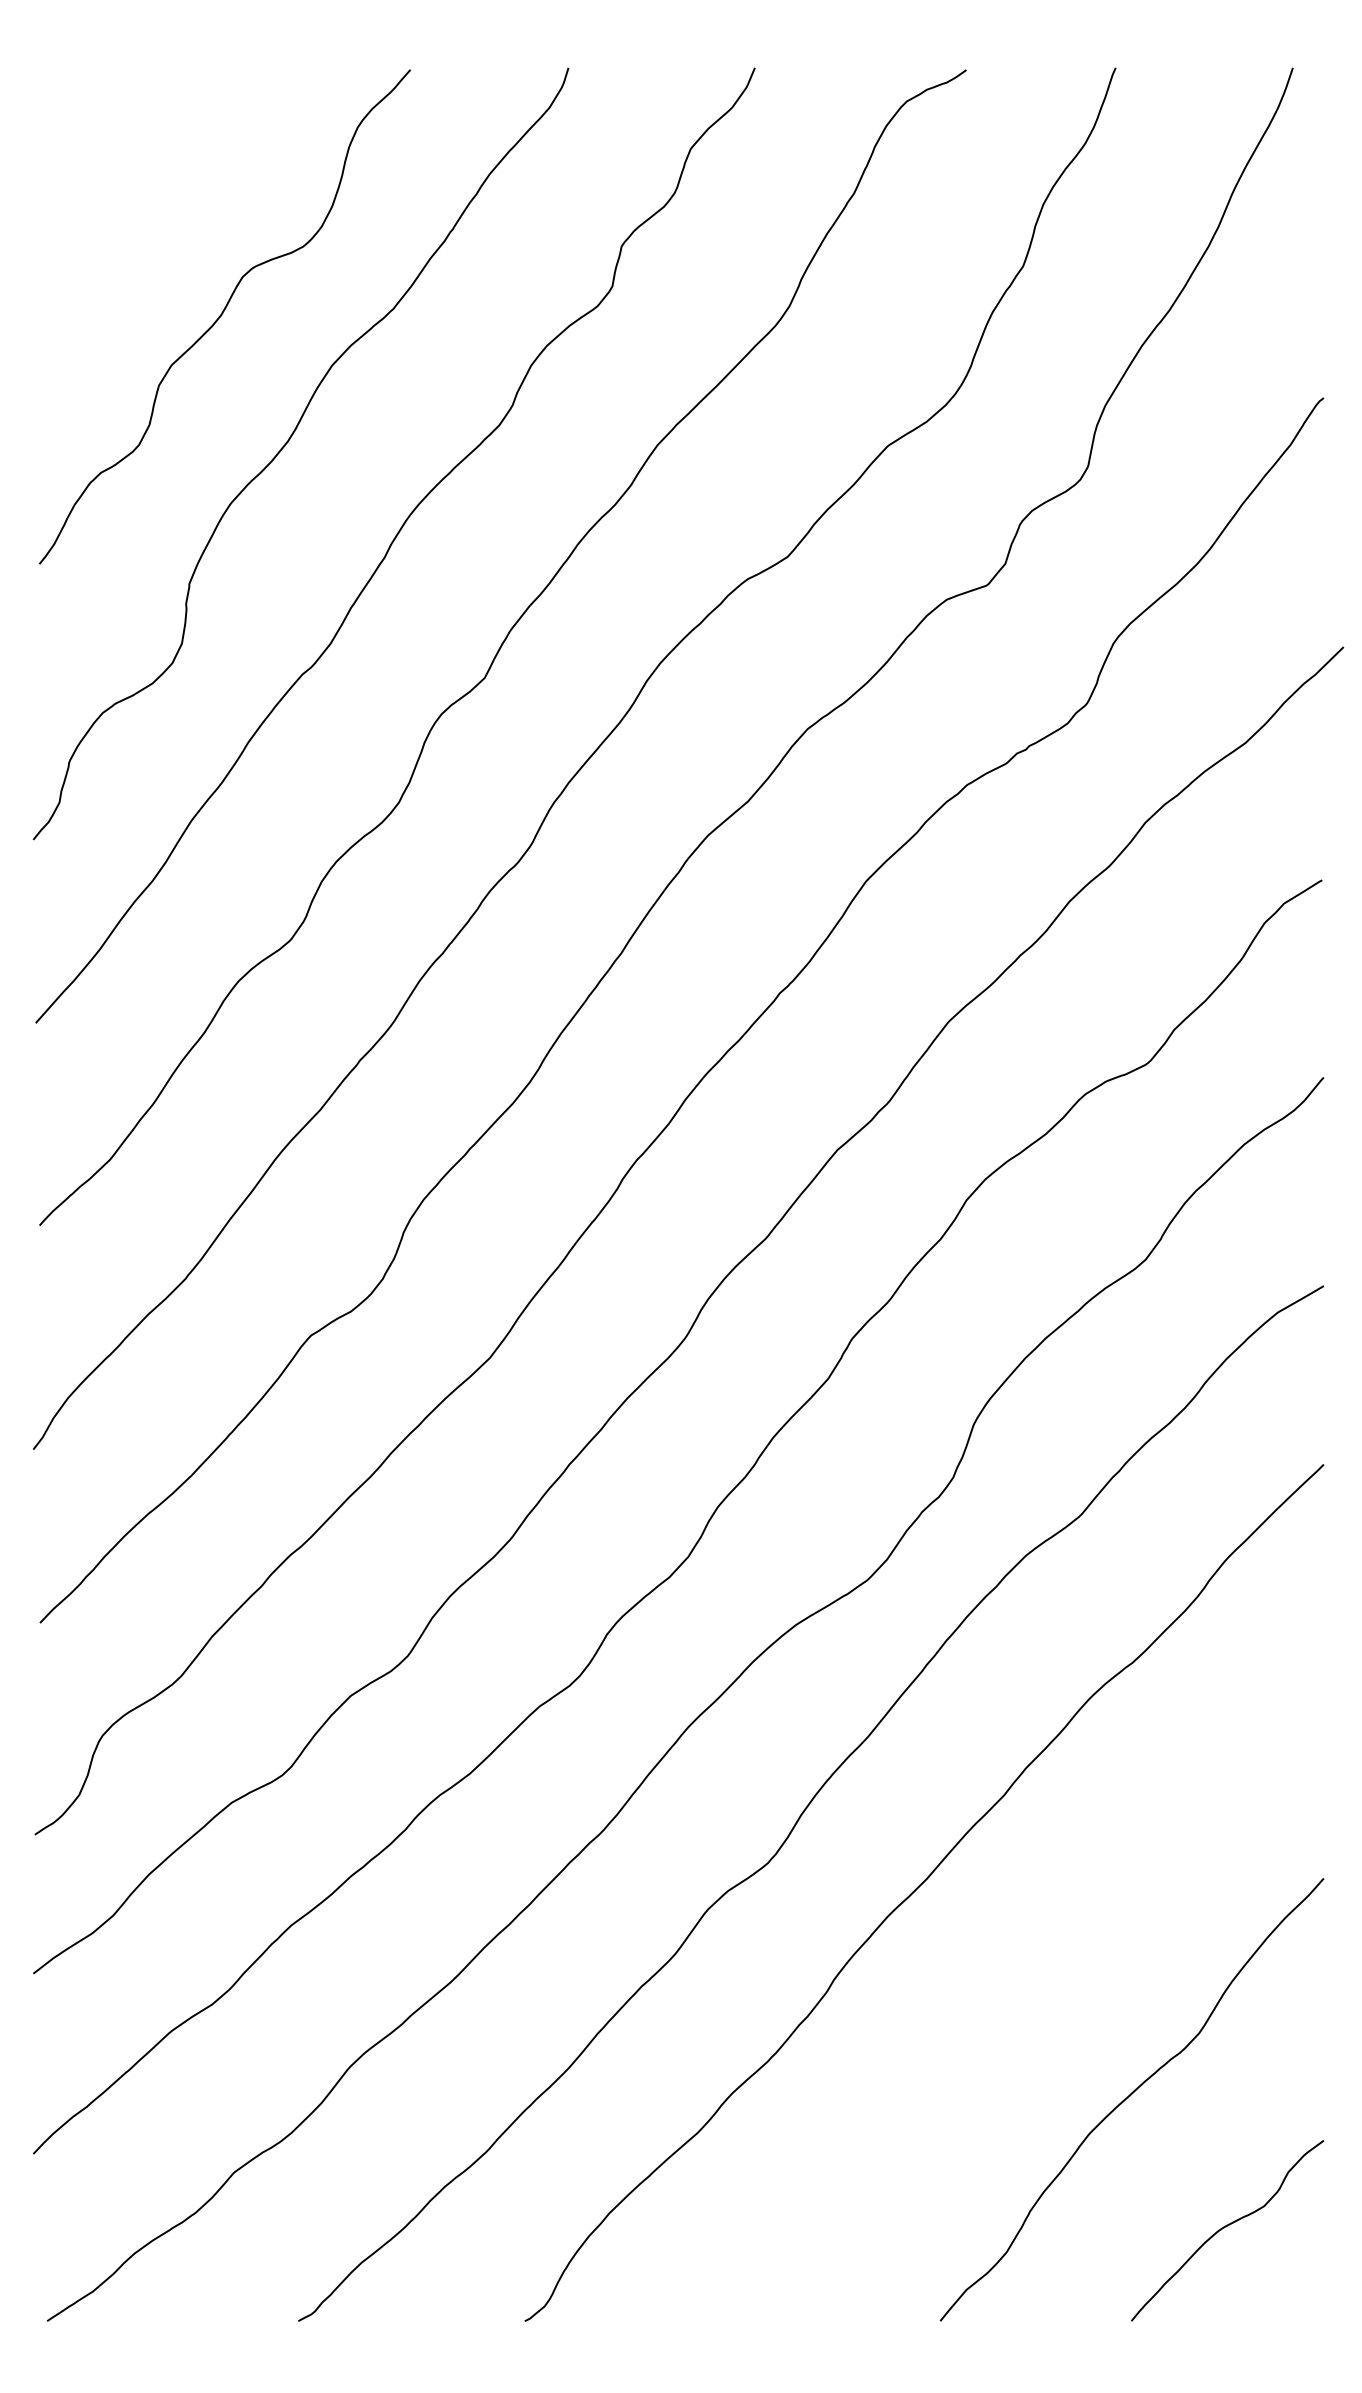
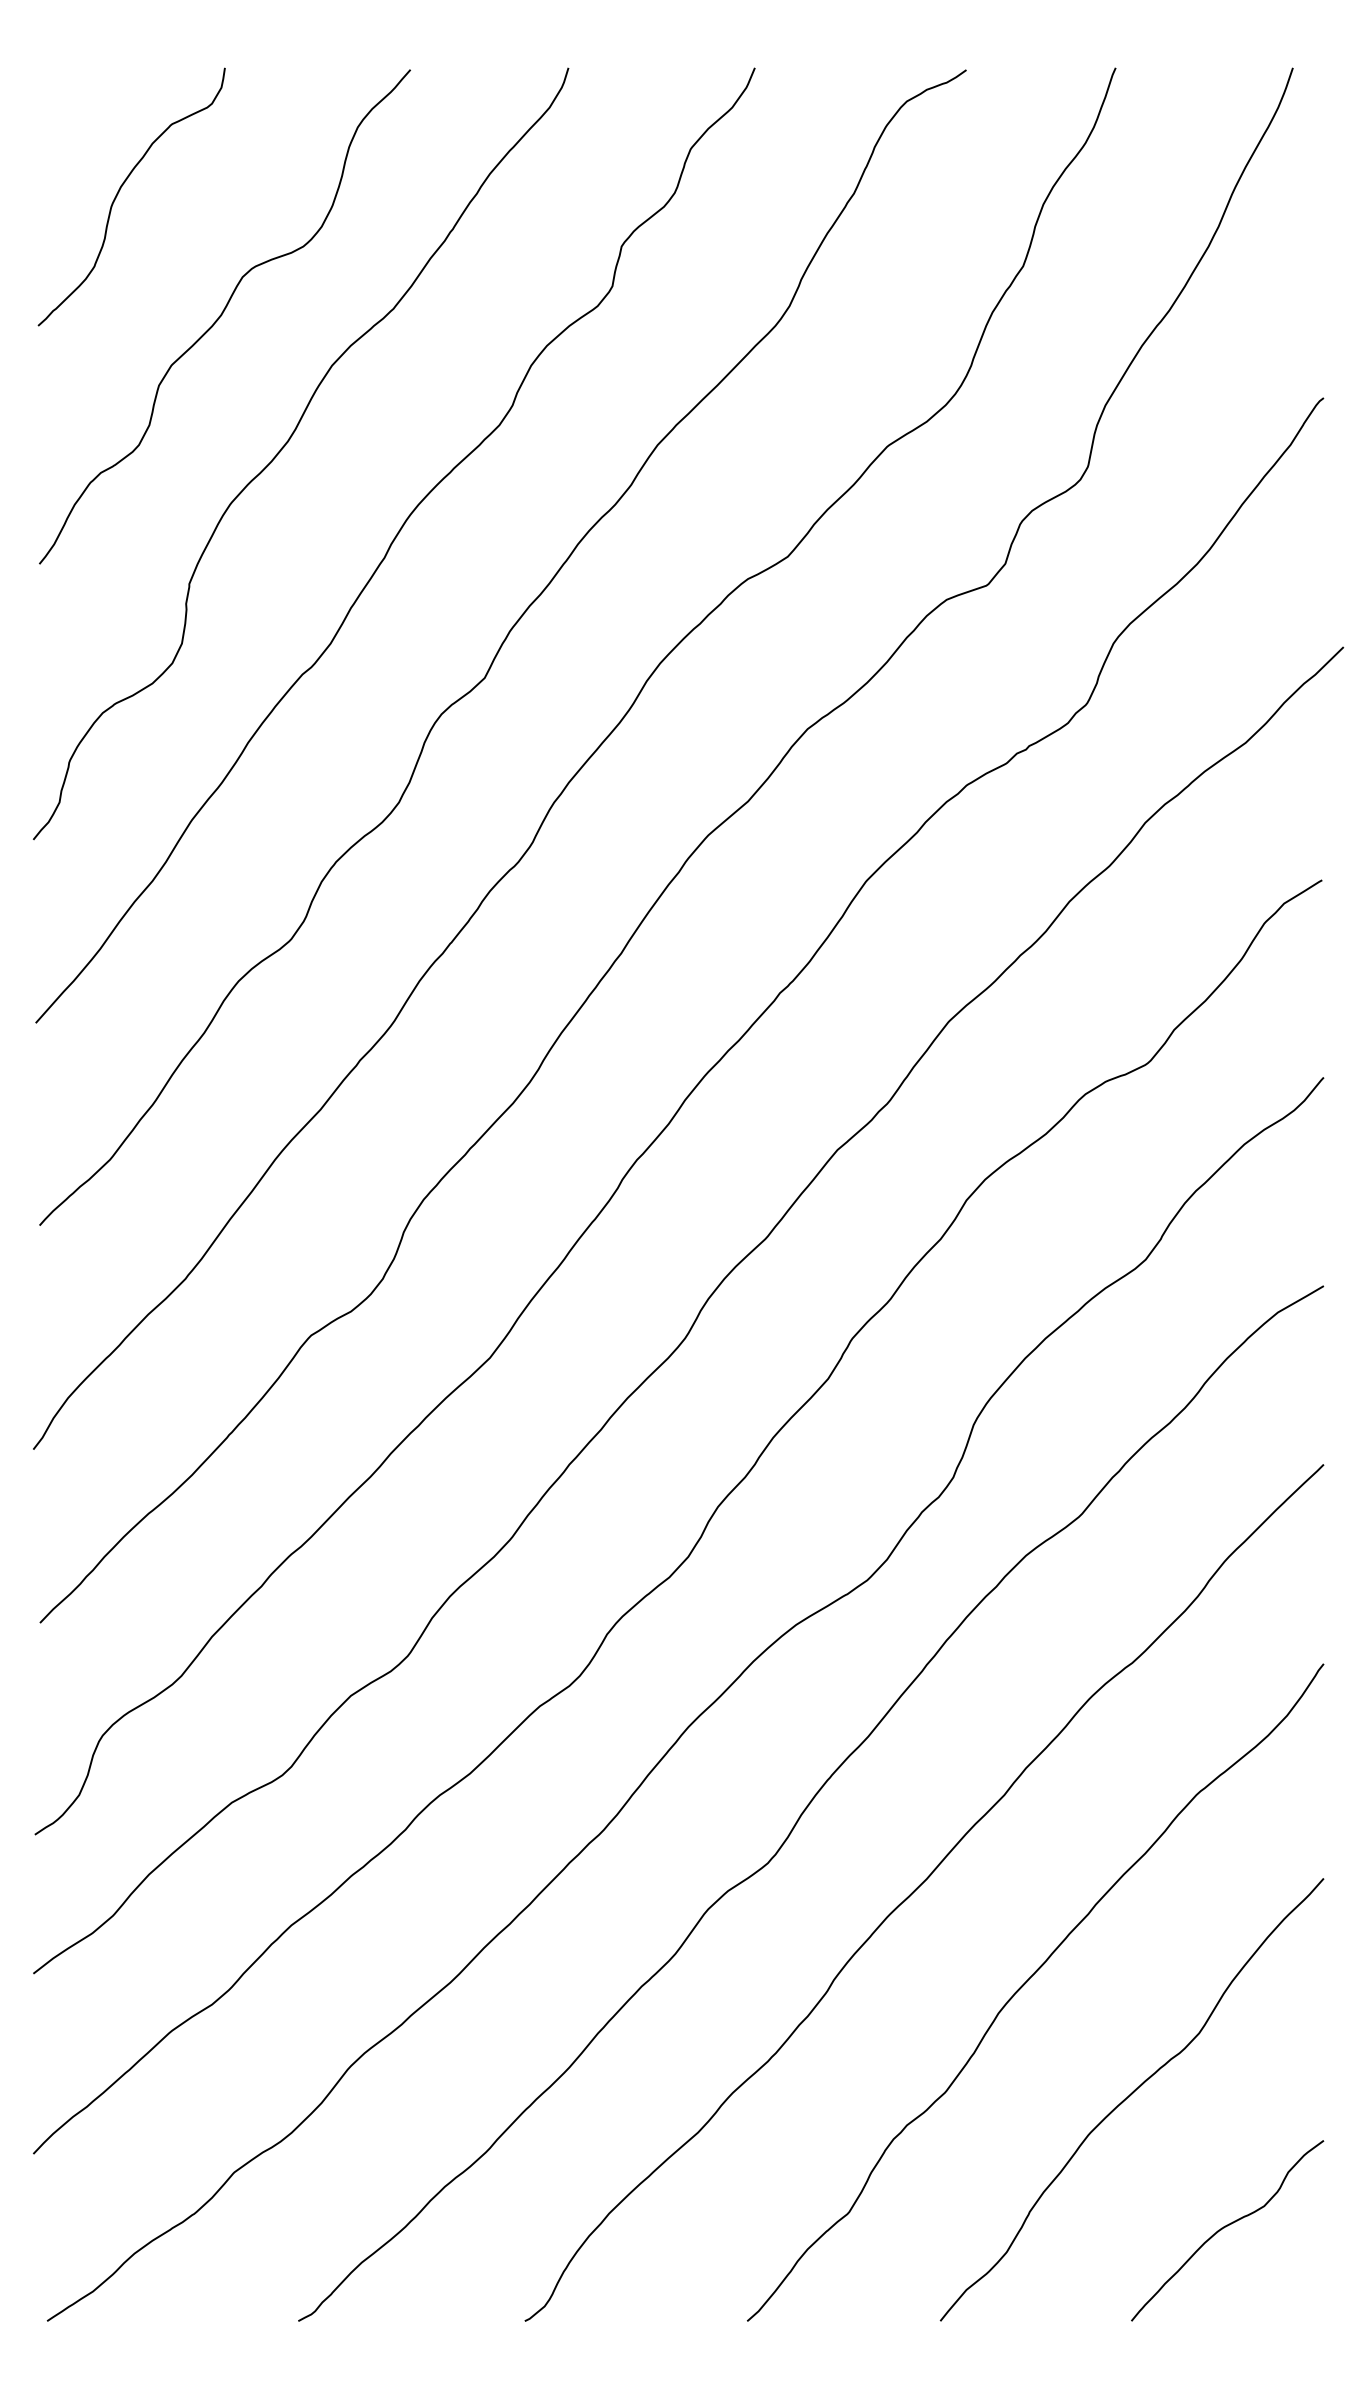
curve at (120, 190): none -> present
curve at (1026, 1983): none -> present
